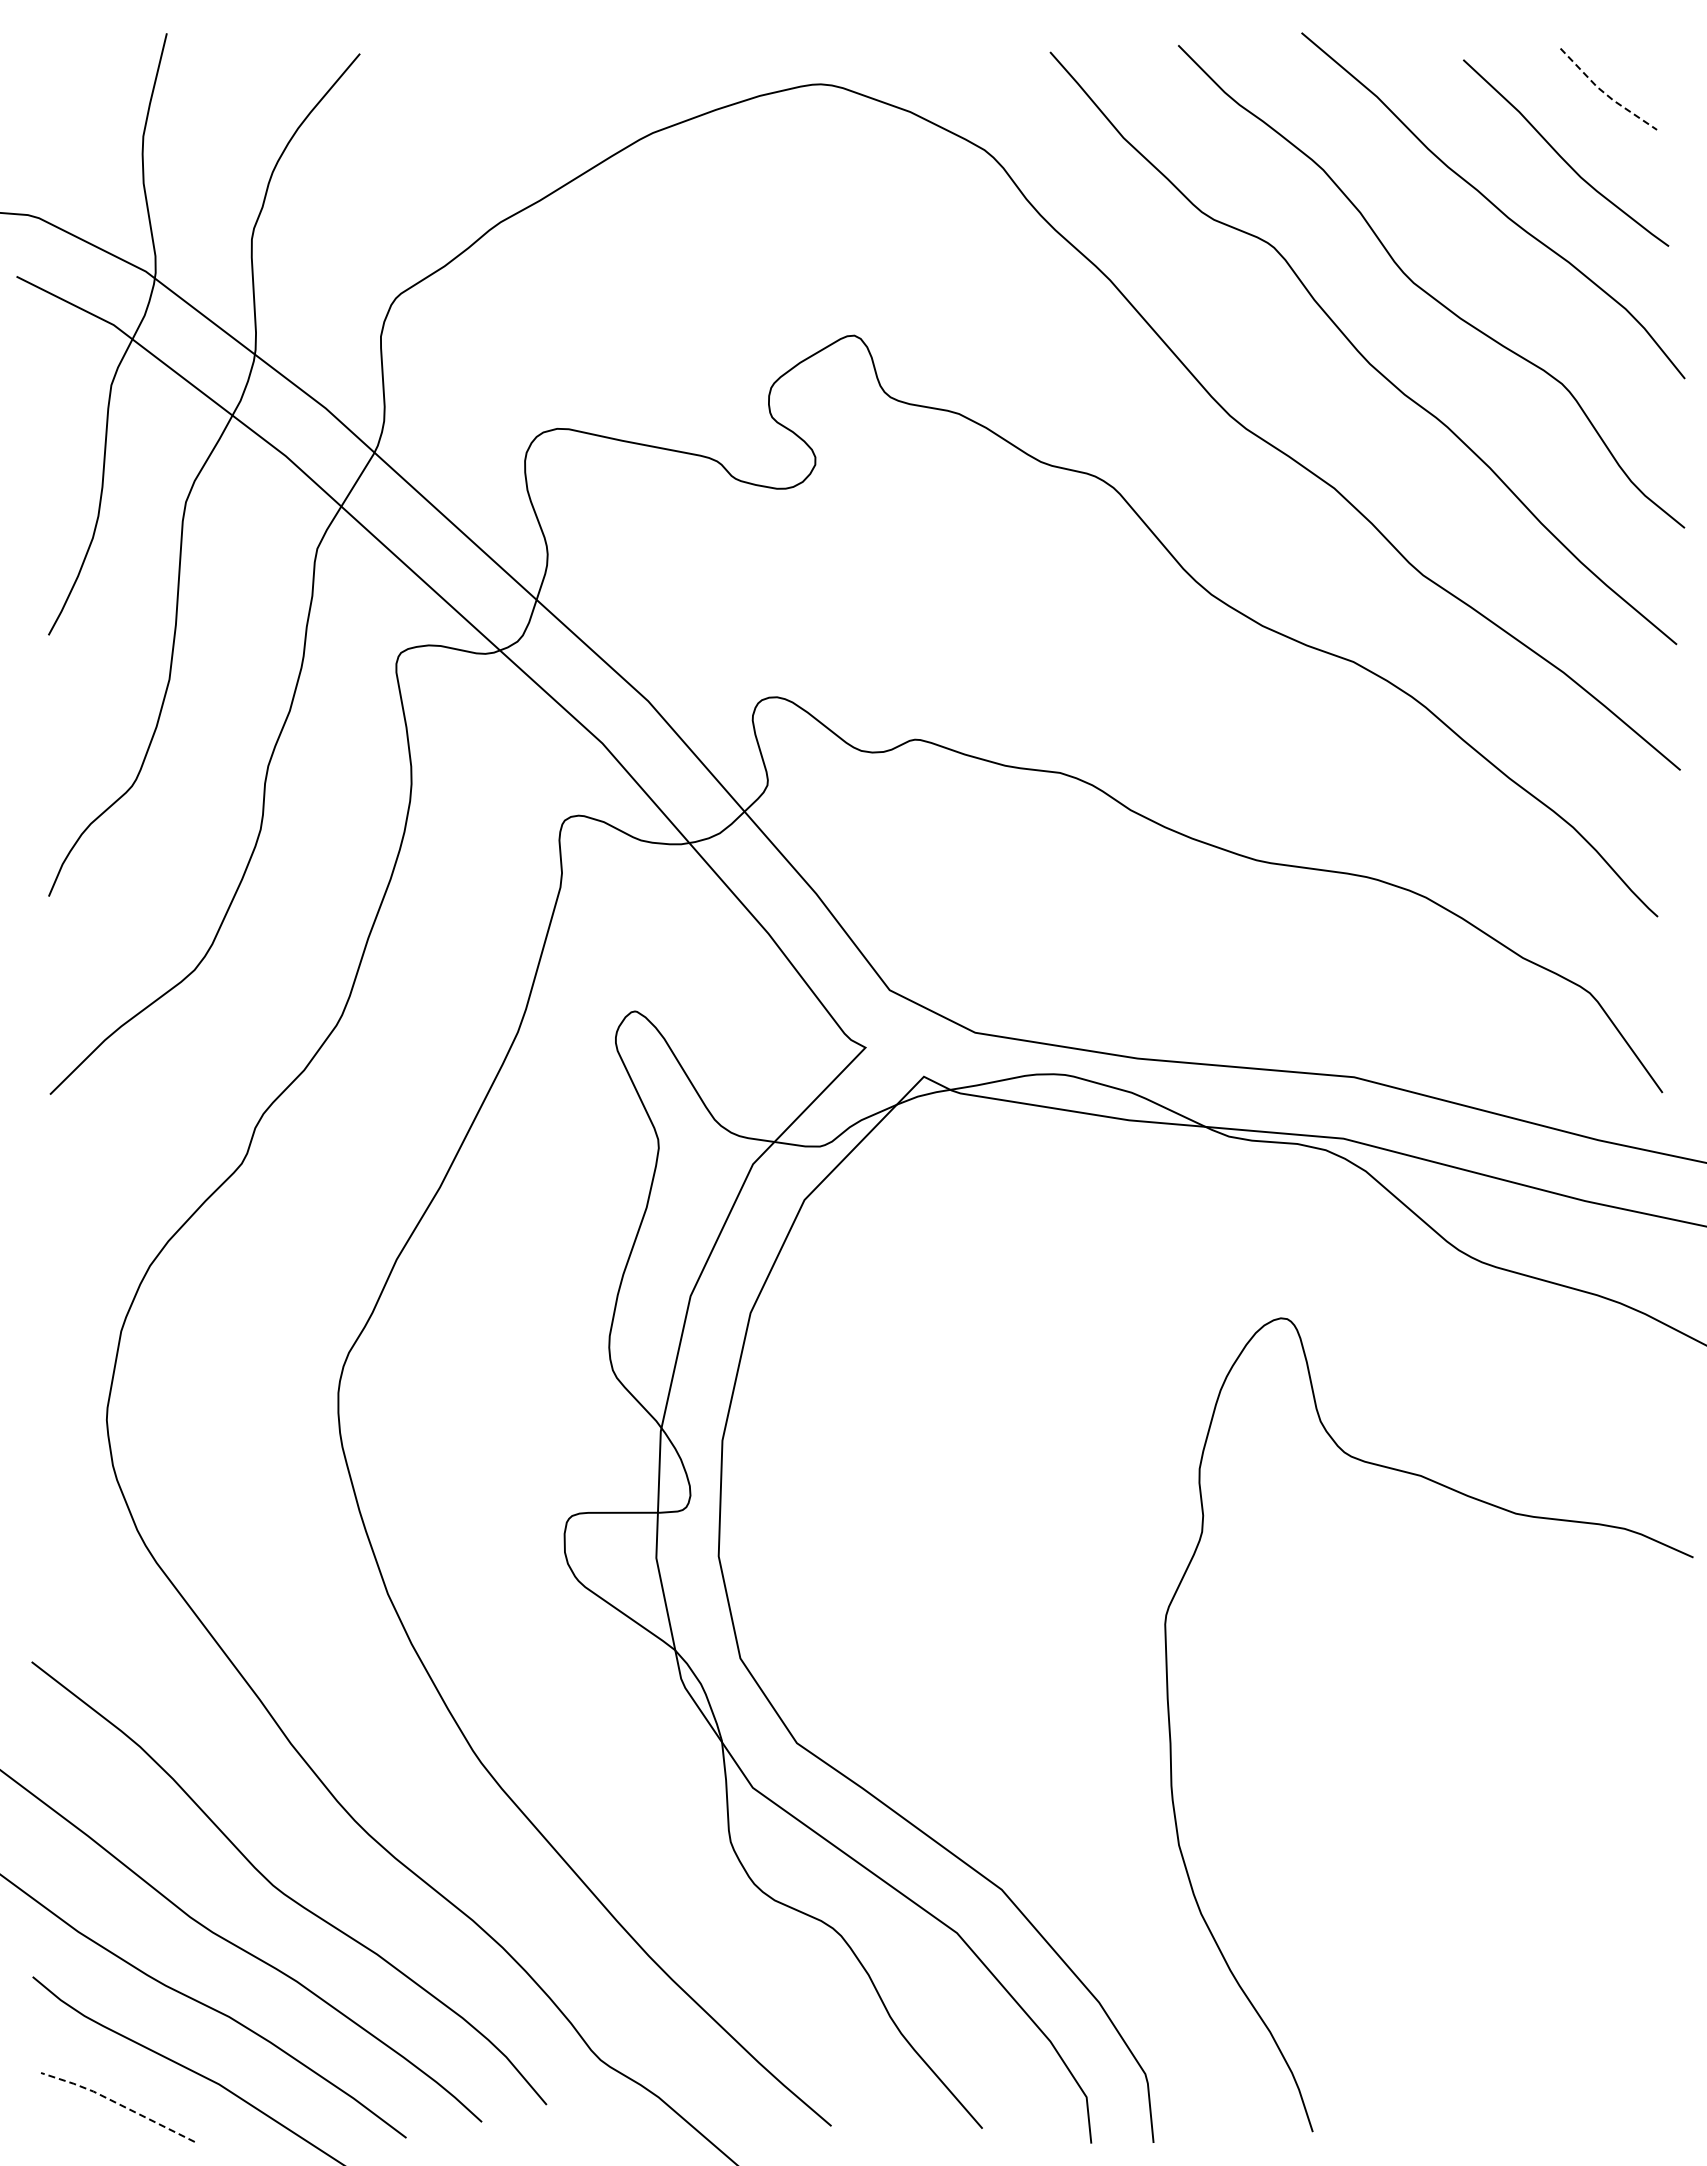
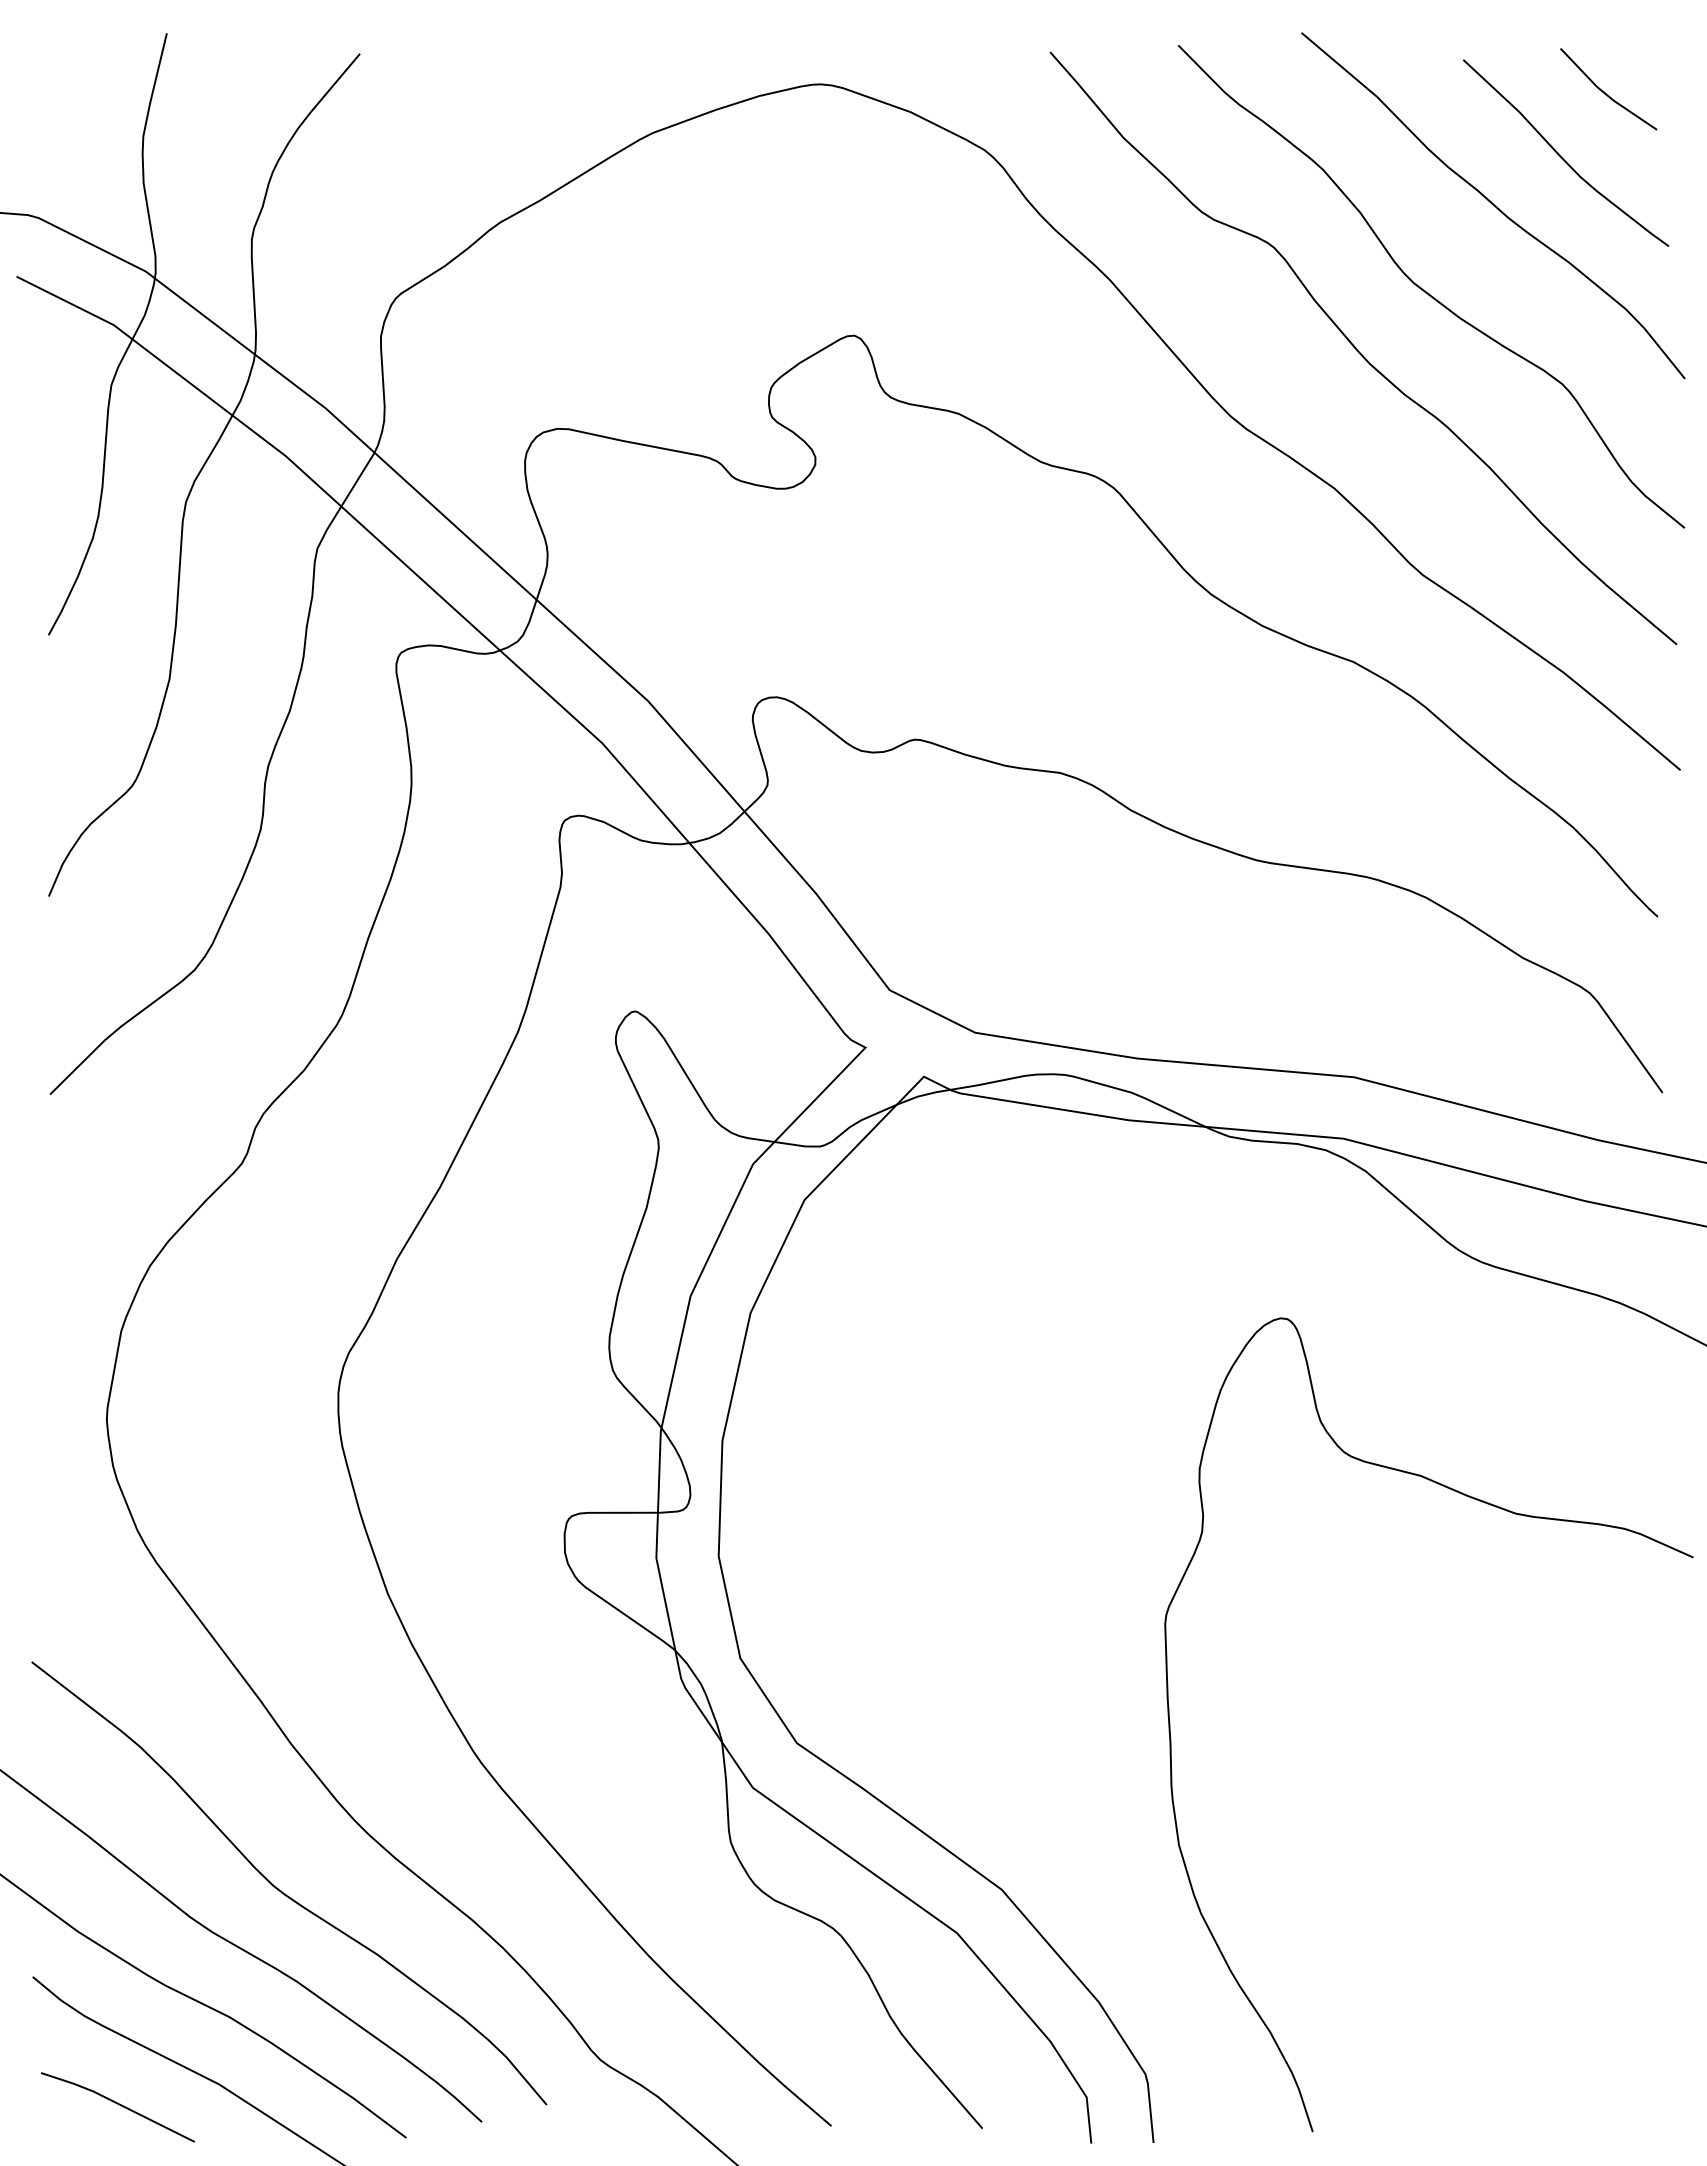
line at (1605, 93): dashed -> solid
line at (117, 2103): dashed -> solid
